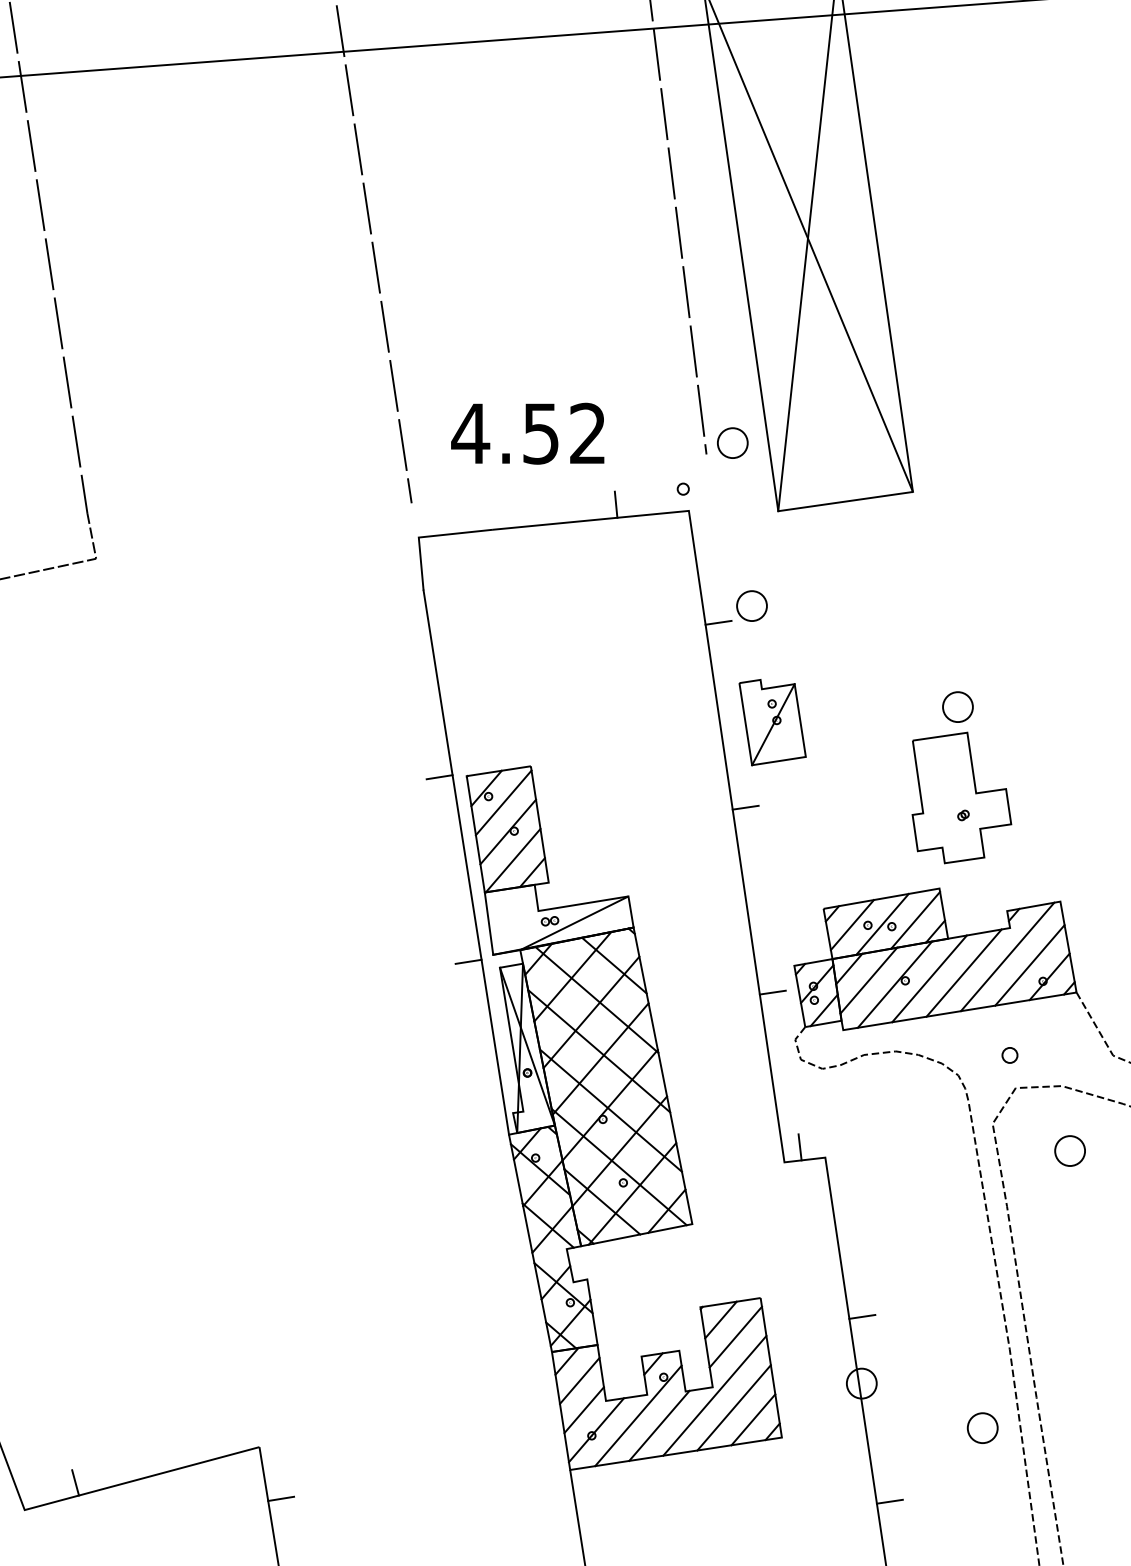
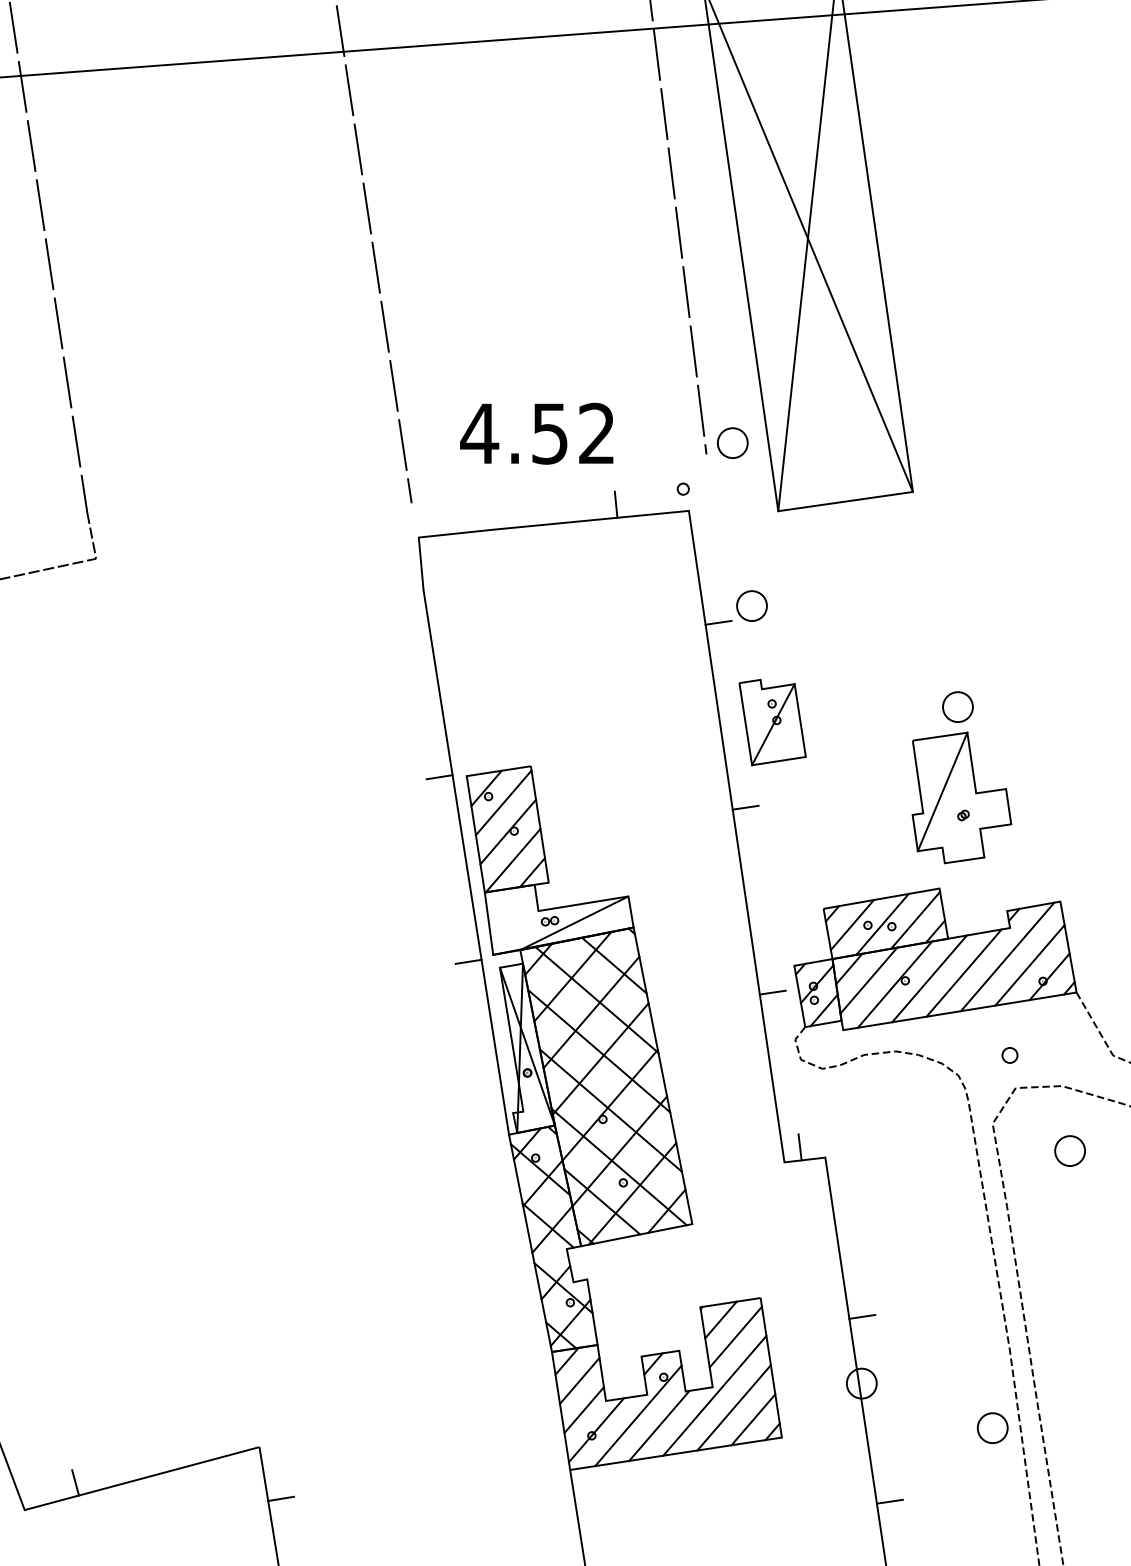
text at (527, 433) position: (527, 433) -> (536, 433)
line at (942, 791): none -> present
part at (982, 1427) position: (982, 1427) -> (992, 1427)
